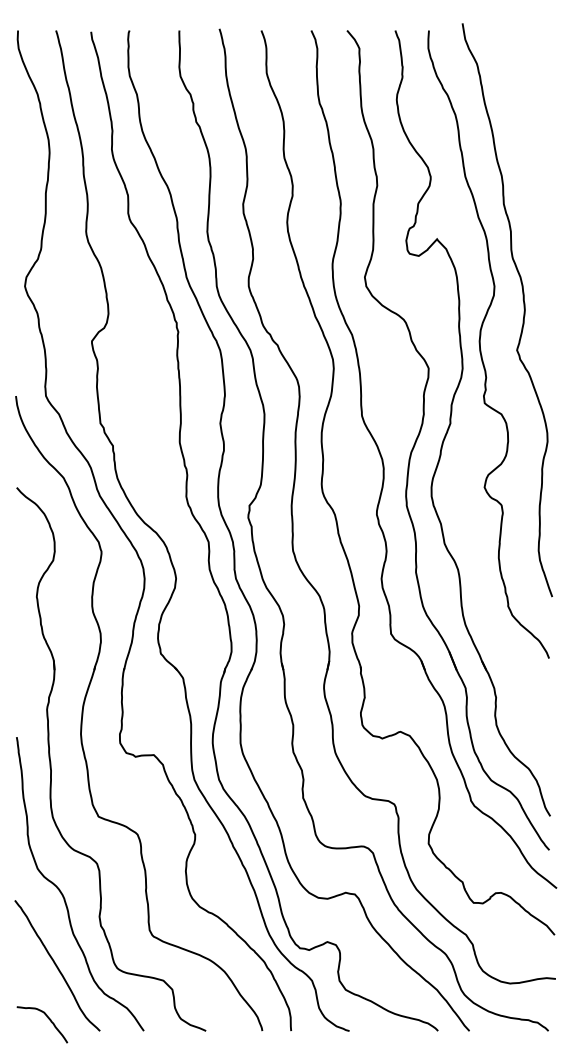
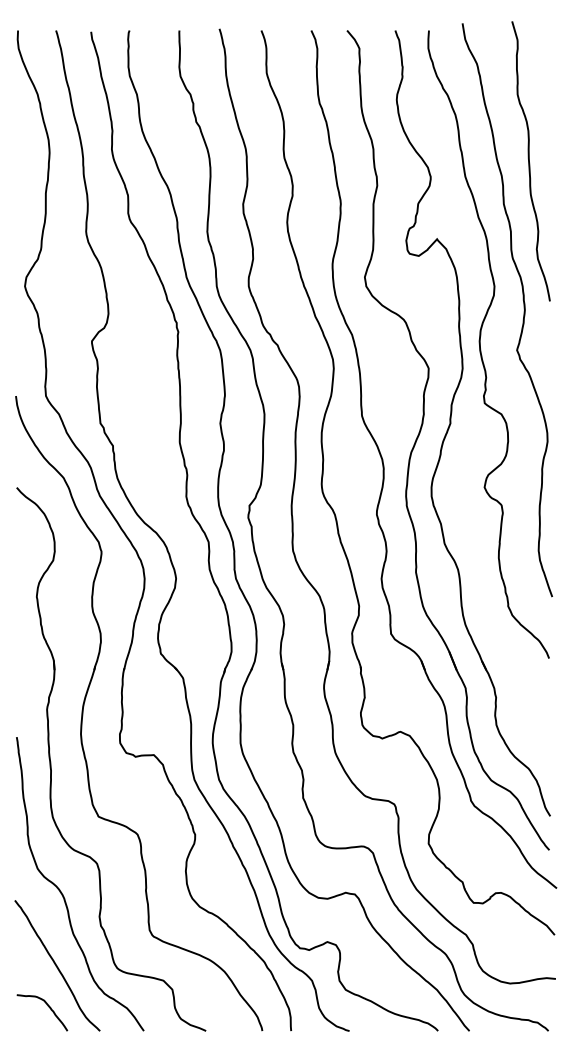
curve at (529, 161): none -> present
curve at (47, 1018) position: (47, 1018) -> (47, 1006)
